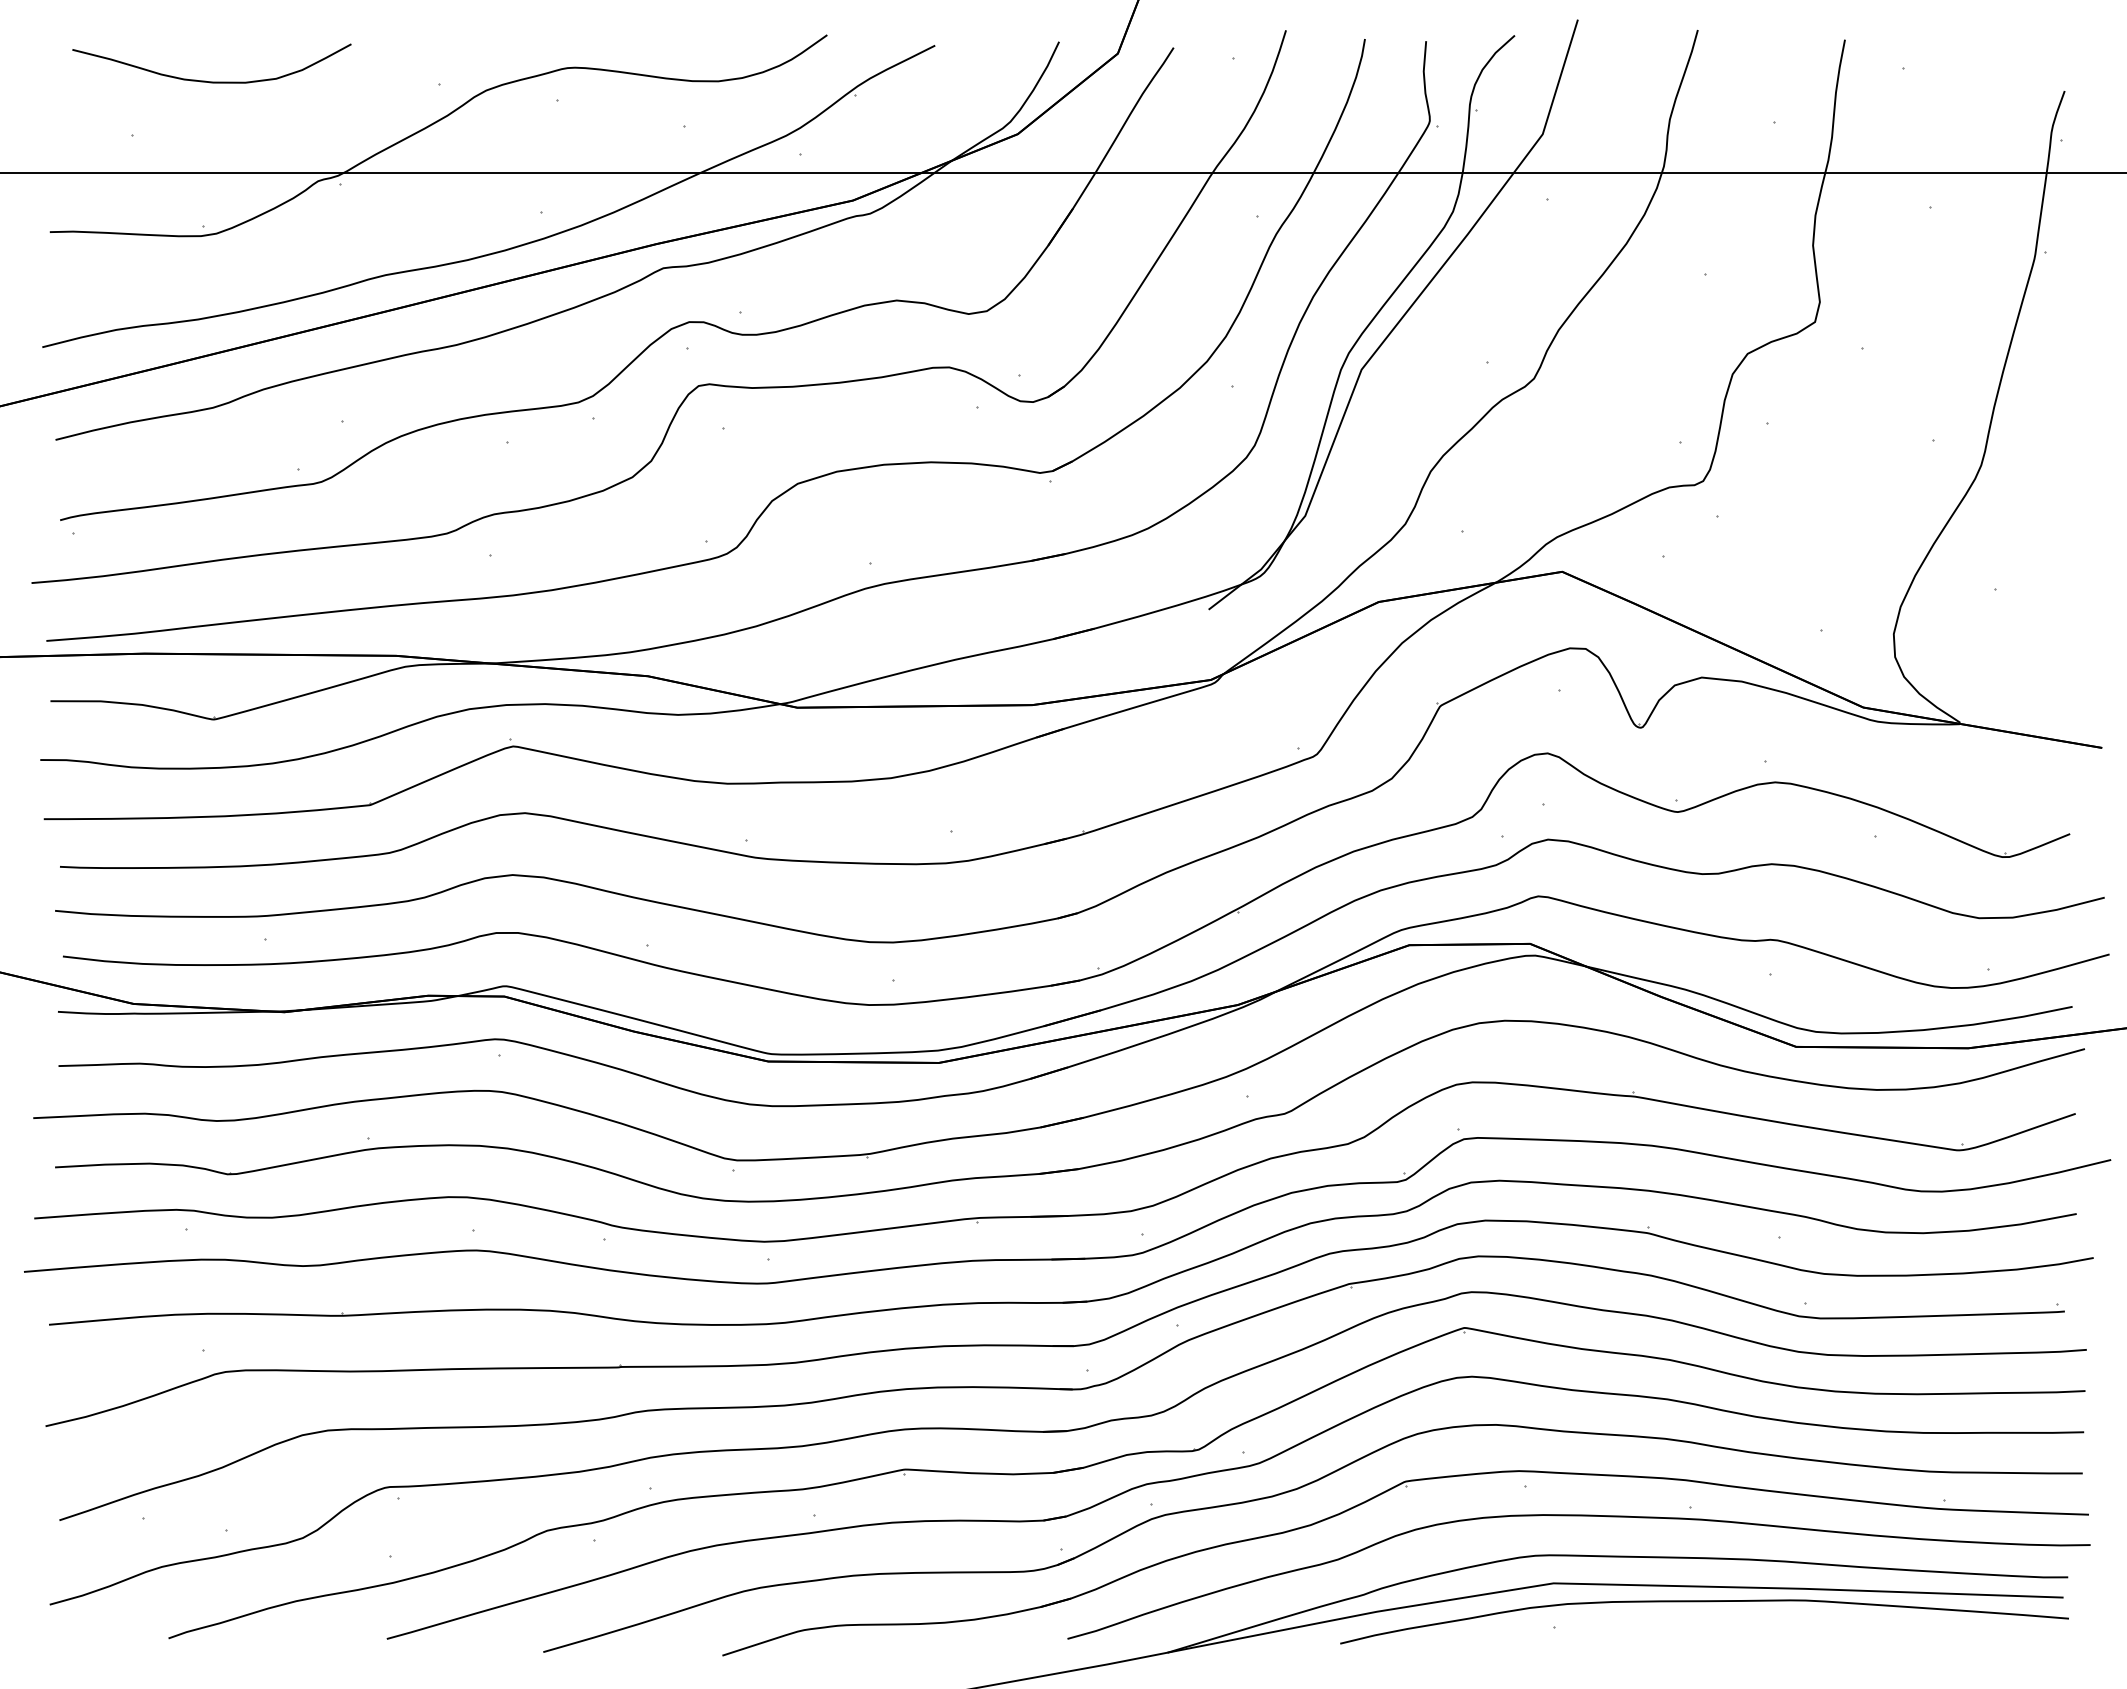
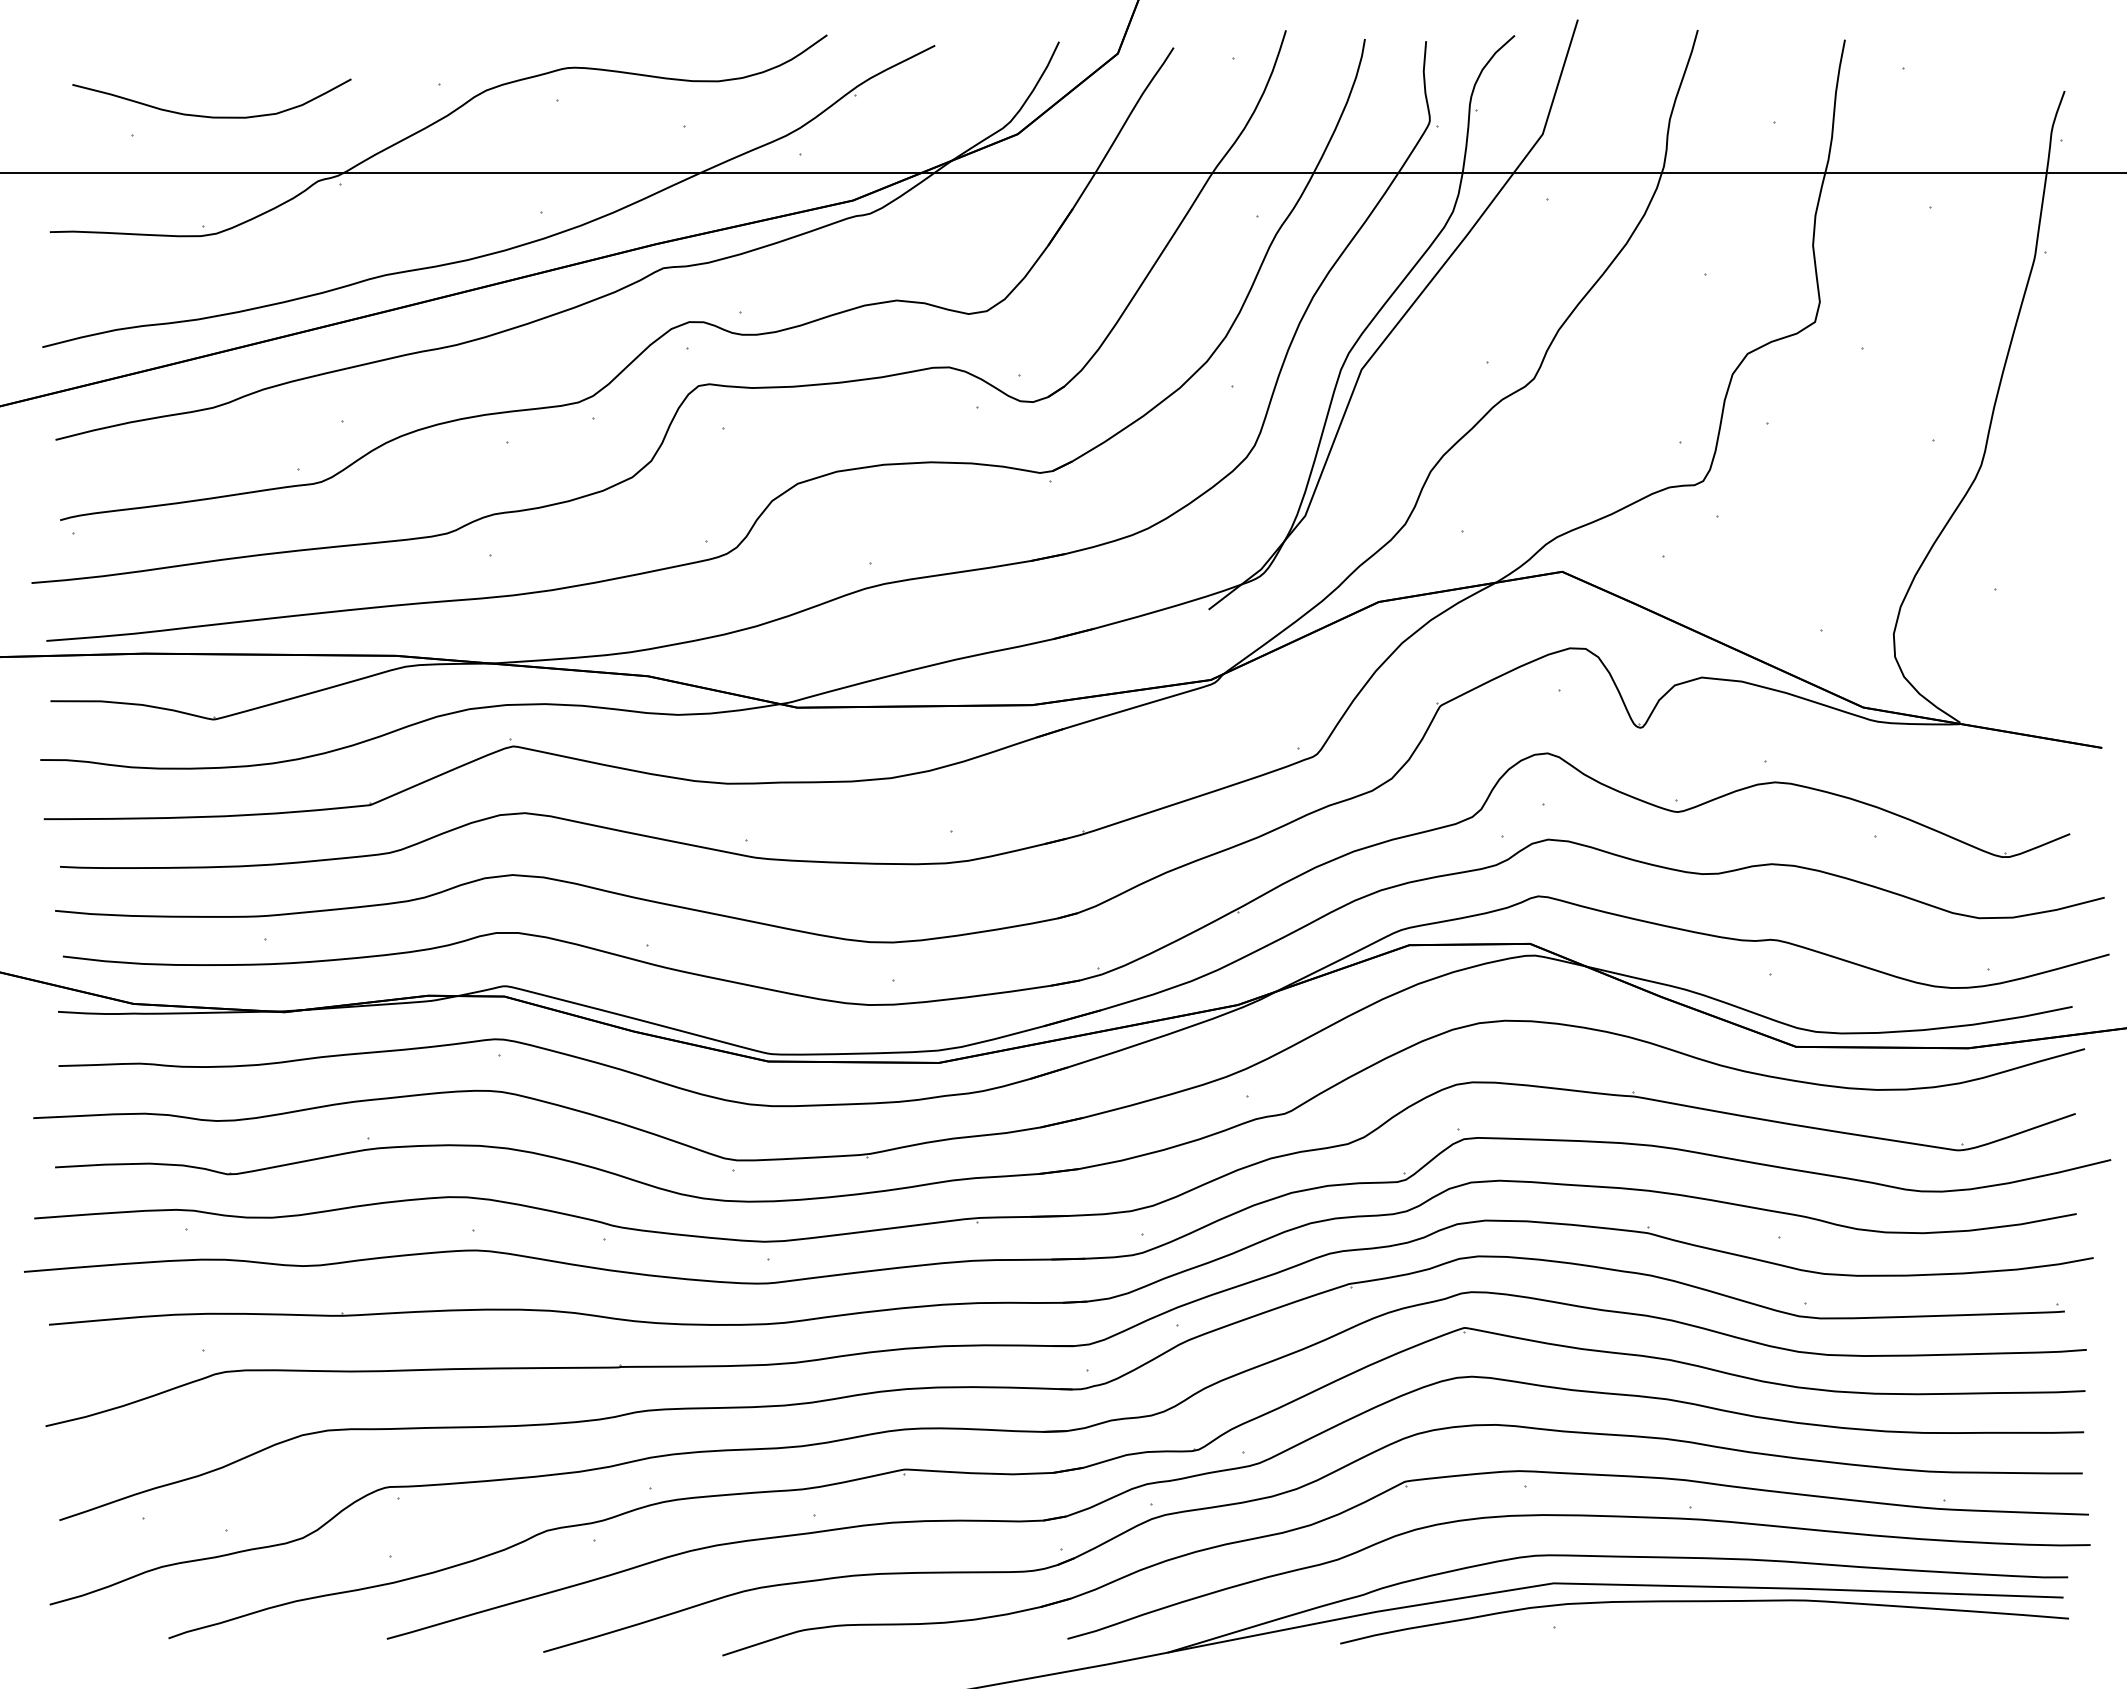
curve at (211, 81) position: (211, 81) -> (211, 116)
